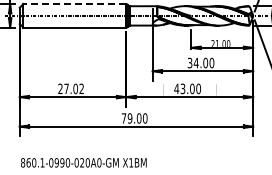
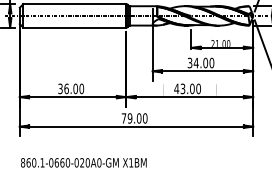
line at (74, 4): dashed -> solid
text at (71, 88): 27.02 -> 36.00
text at (59, 162): 860.1-0990-020A0-GM -> 860.1-0660-020A0-GM
